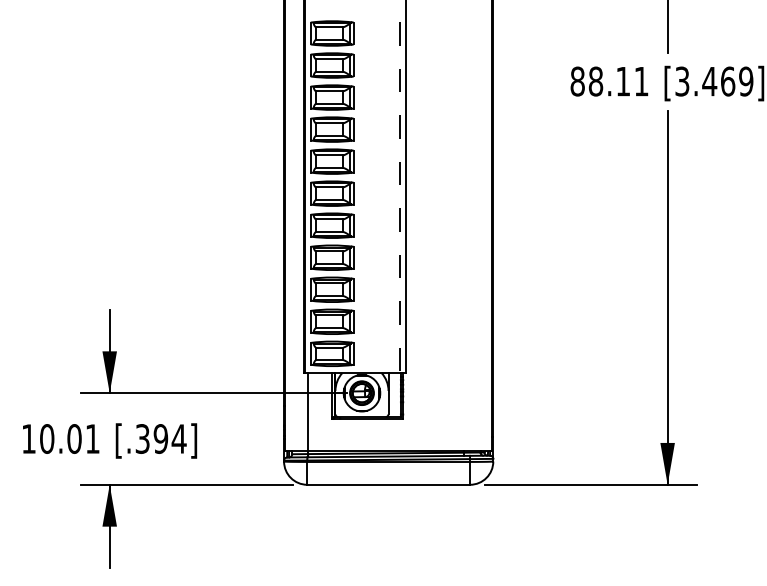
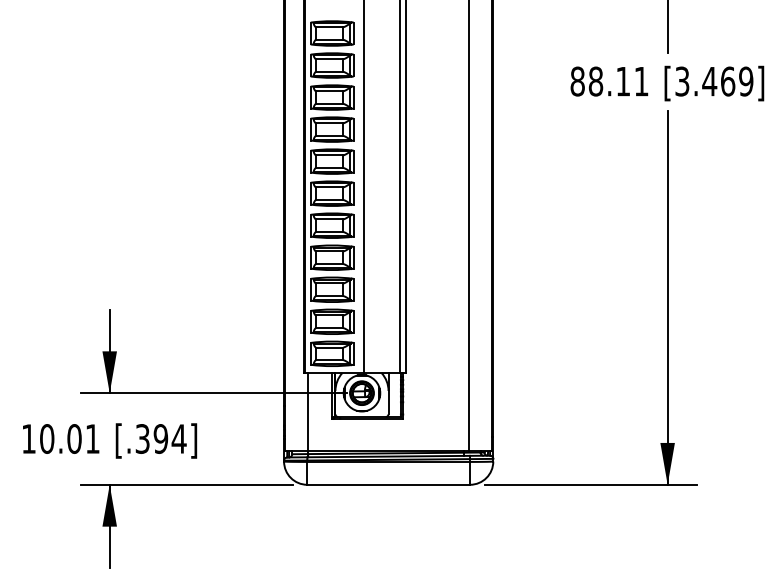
line at (364, 187): none -> present
line at (400, 187): dashed -> solid
line at (468, 226): none -> present
